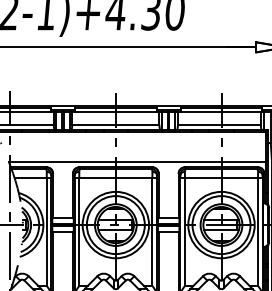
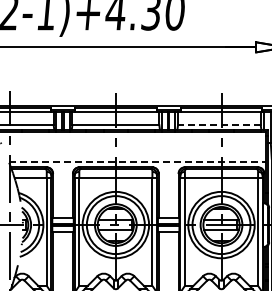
line at (218, 125): solid -> dashed
line at (137, 161): solid -> dashed
